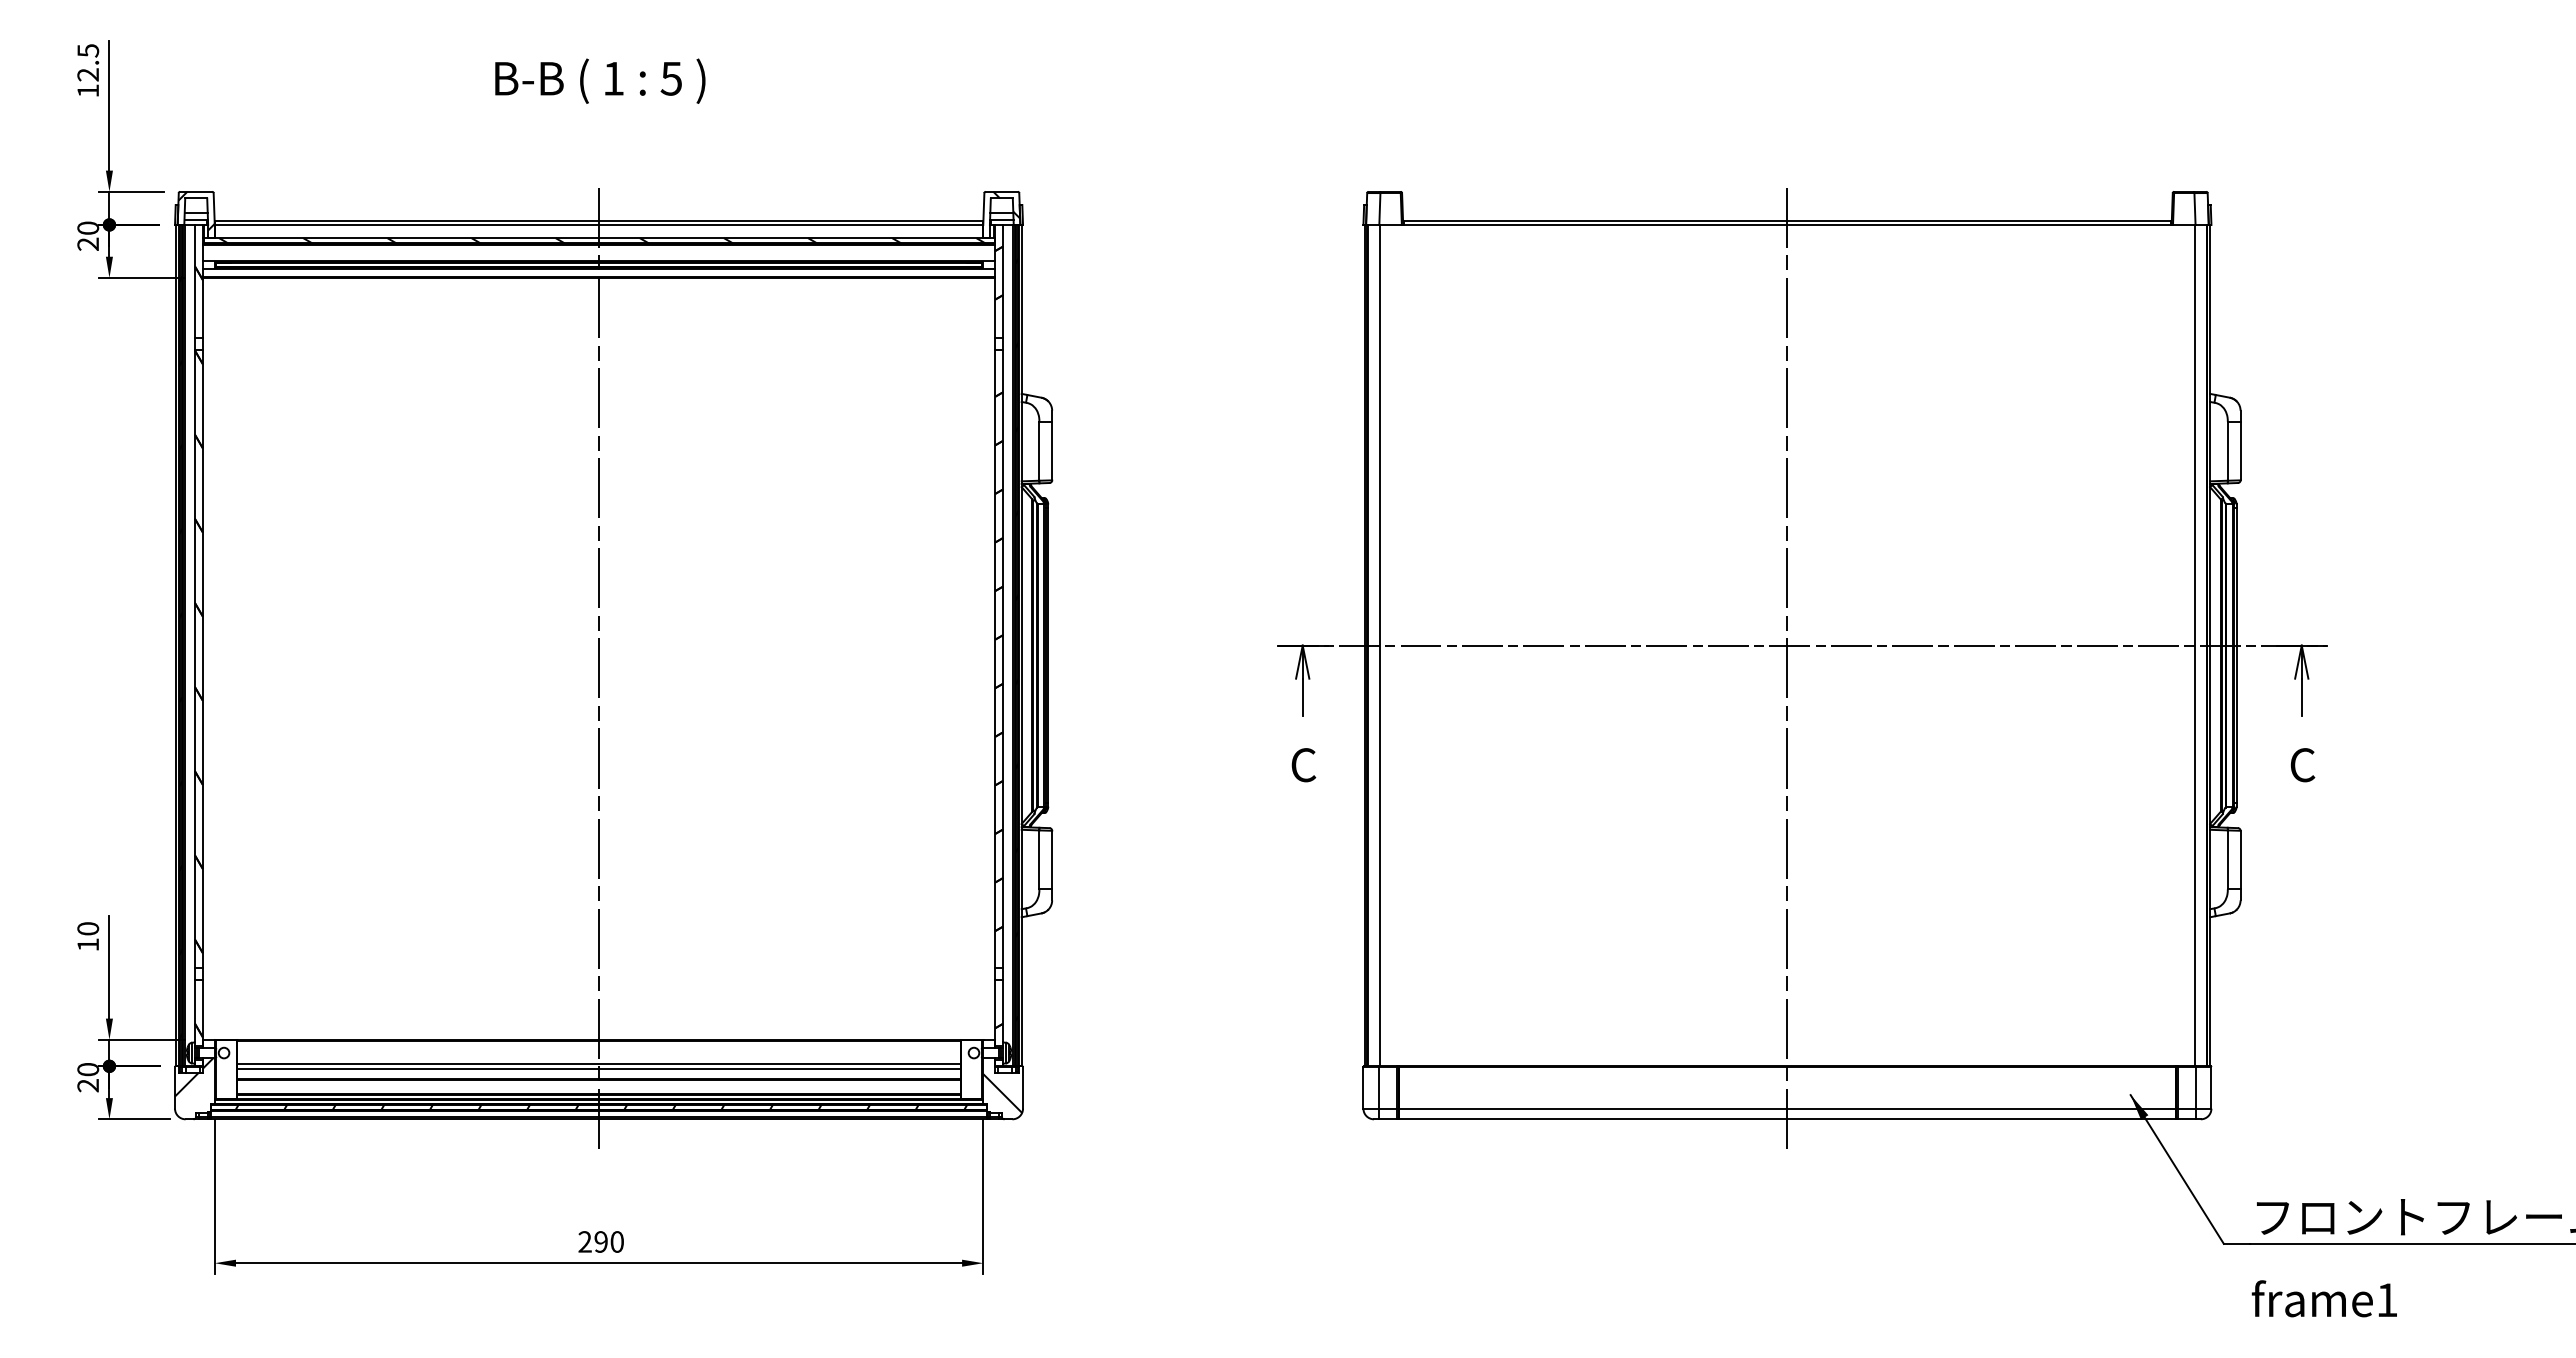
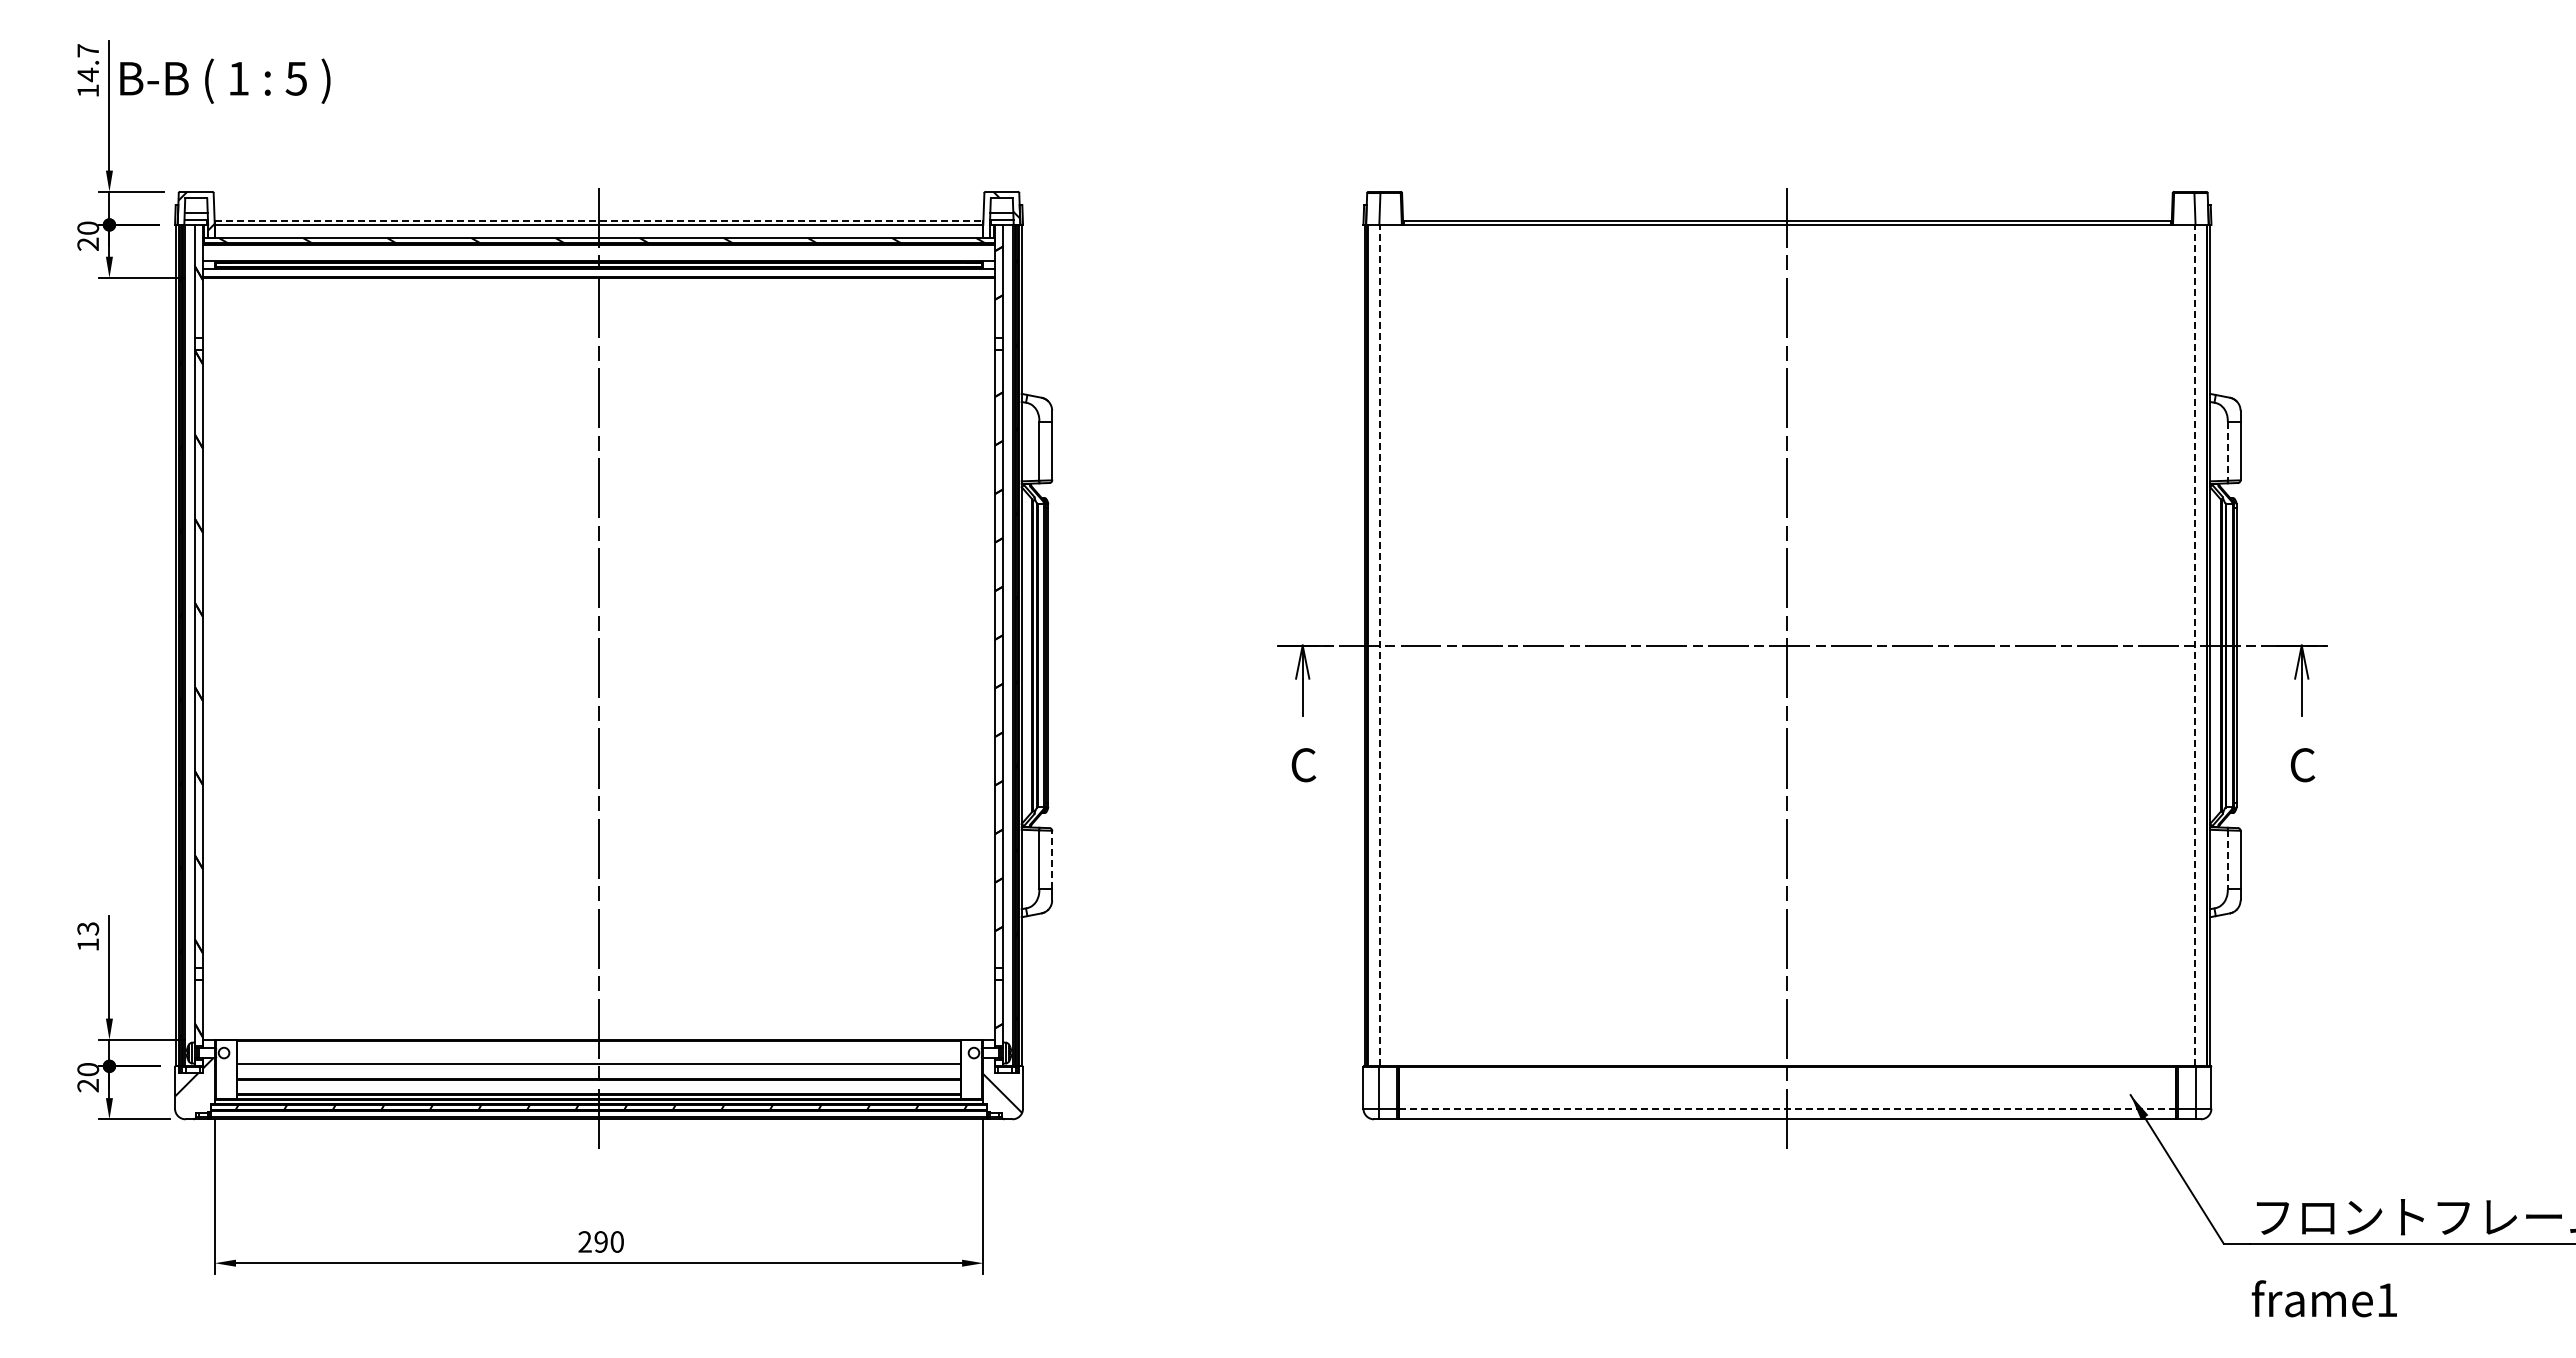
text at (88, 63): 12.5 -> 14.7
text at (600, 80) position: (600, 80) -> (225, 80)
line at (599, 220): solid -> dashed
line at (2227, 451): solid -> dashed
line at (1380, 645): solid -> dashed
line at (2194, 645): solid -> dashed
line at (1052, 859): solid -> dashed
line at (2227, 859): solid -> dashed
text at (88, 928): 10 -> 13
line at (598, 1068): present -> none
line at (1787, 1108): solid -> dashed
